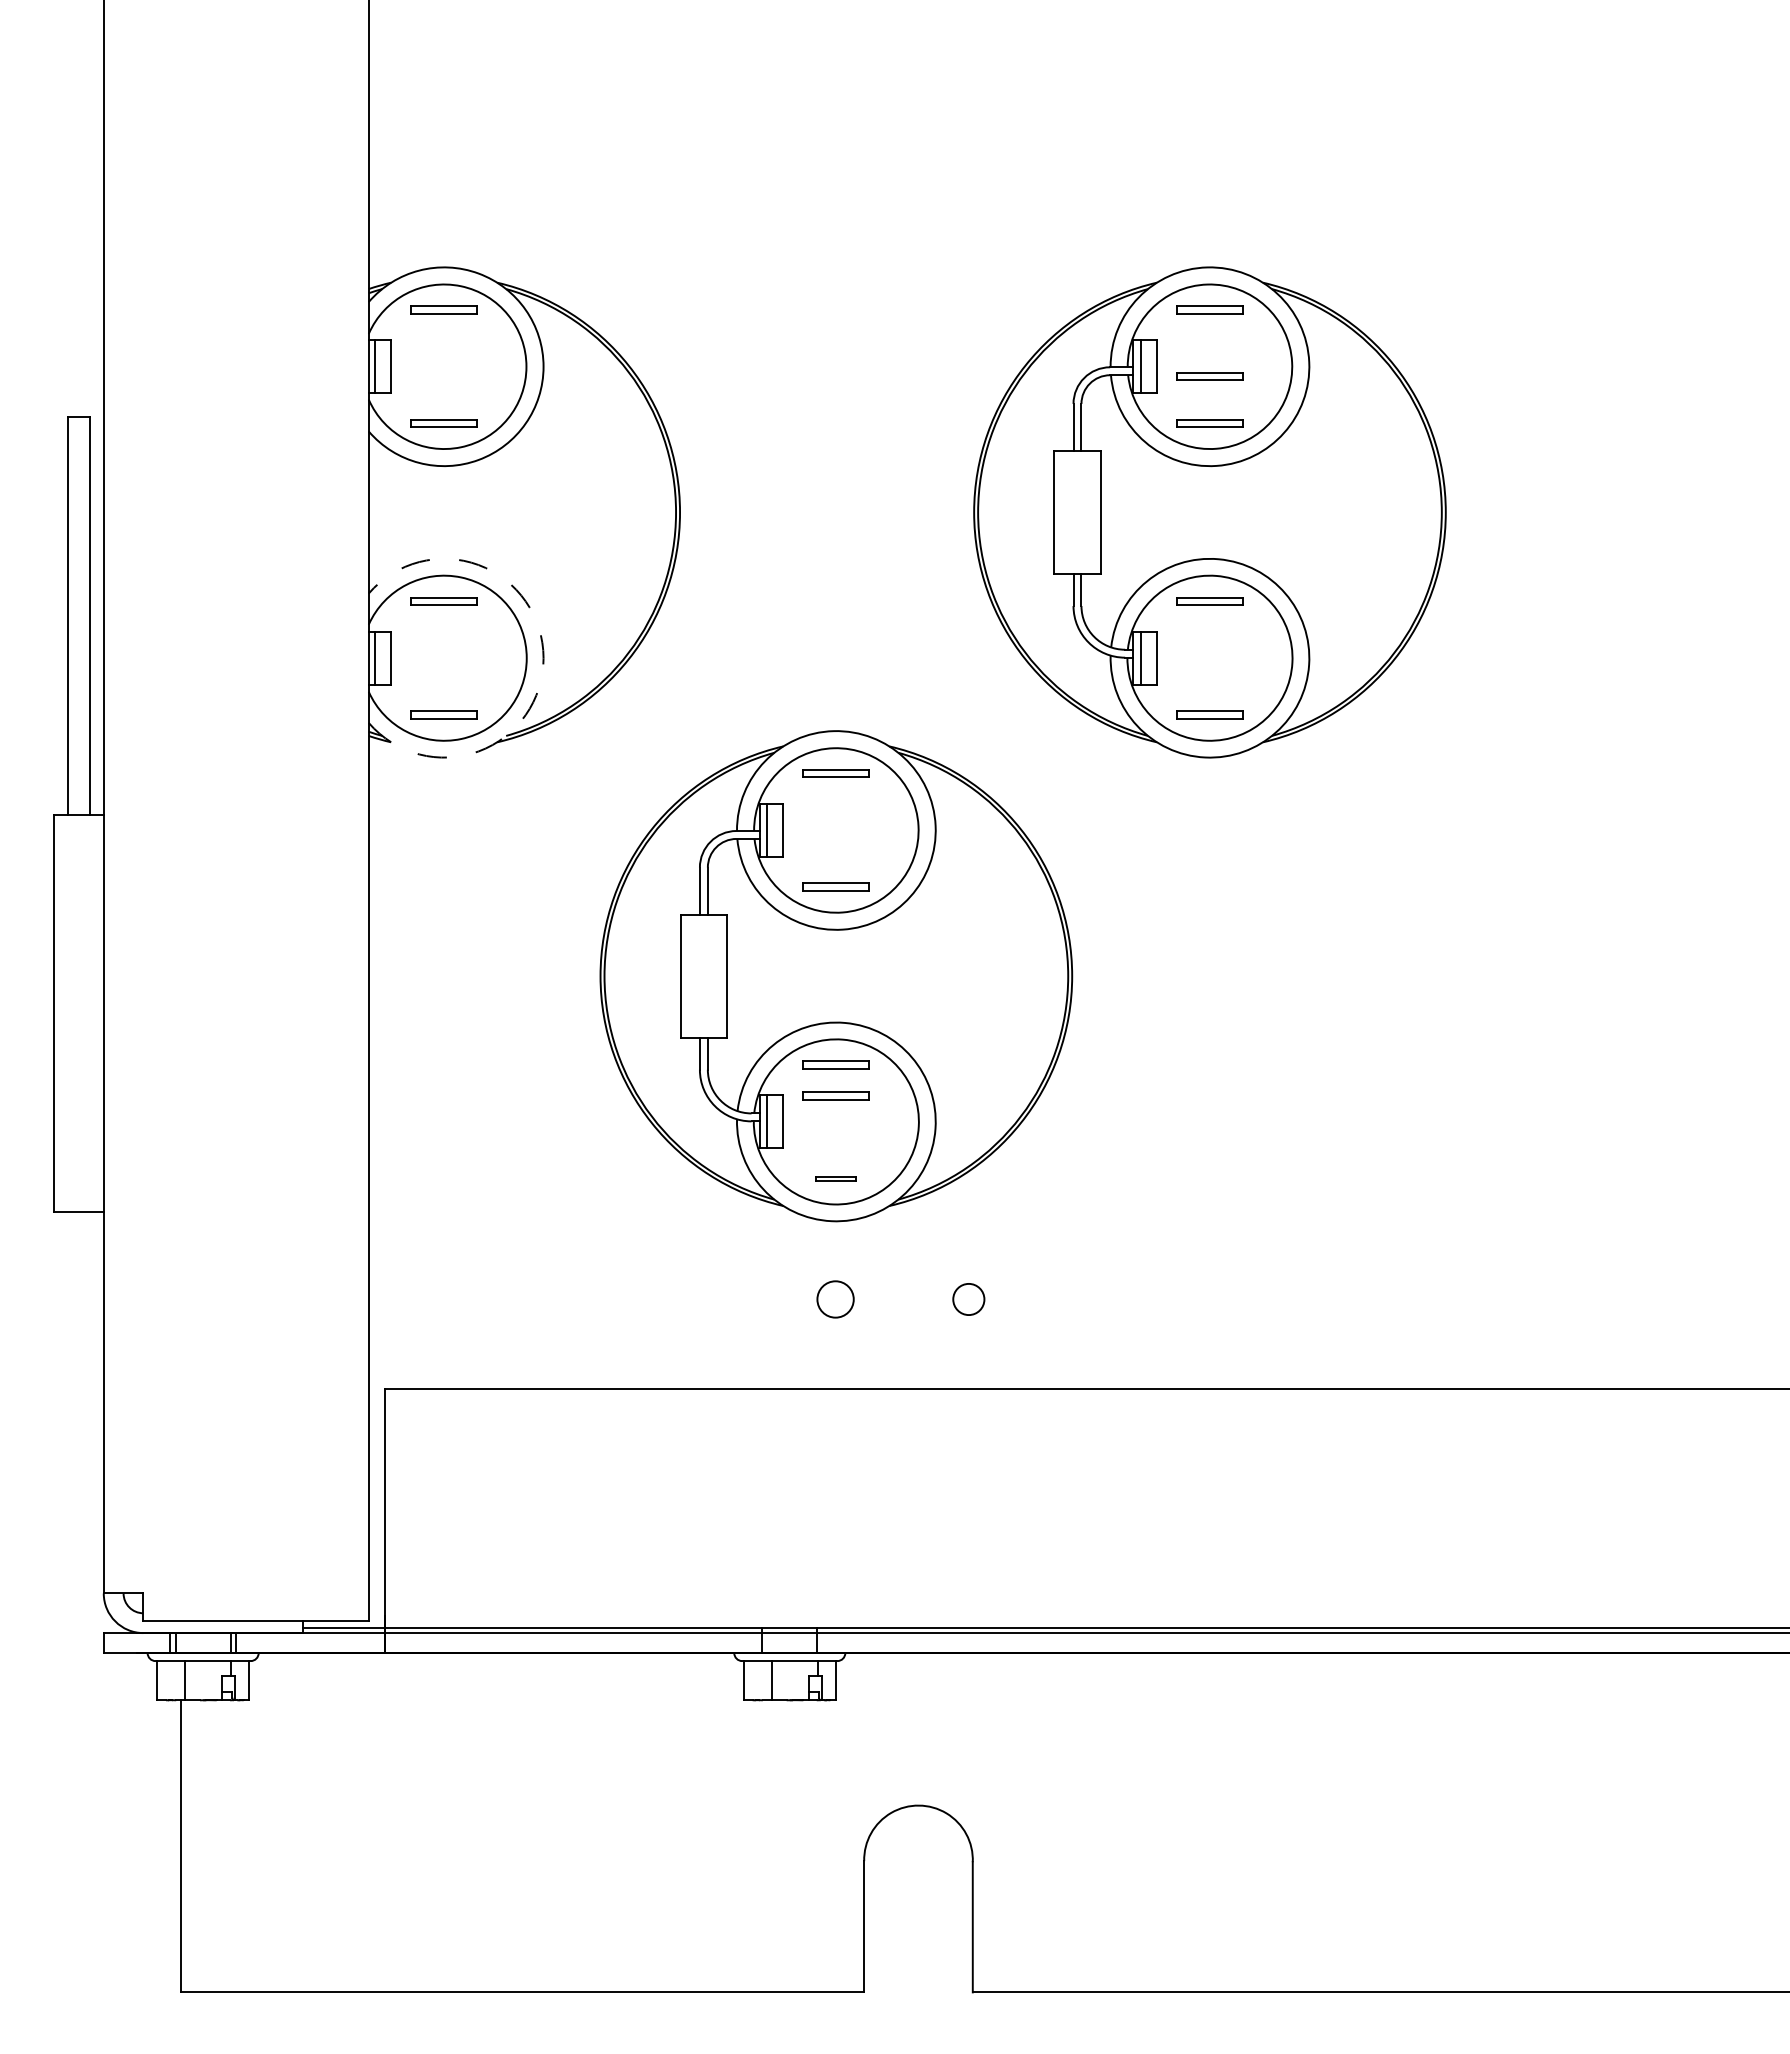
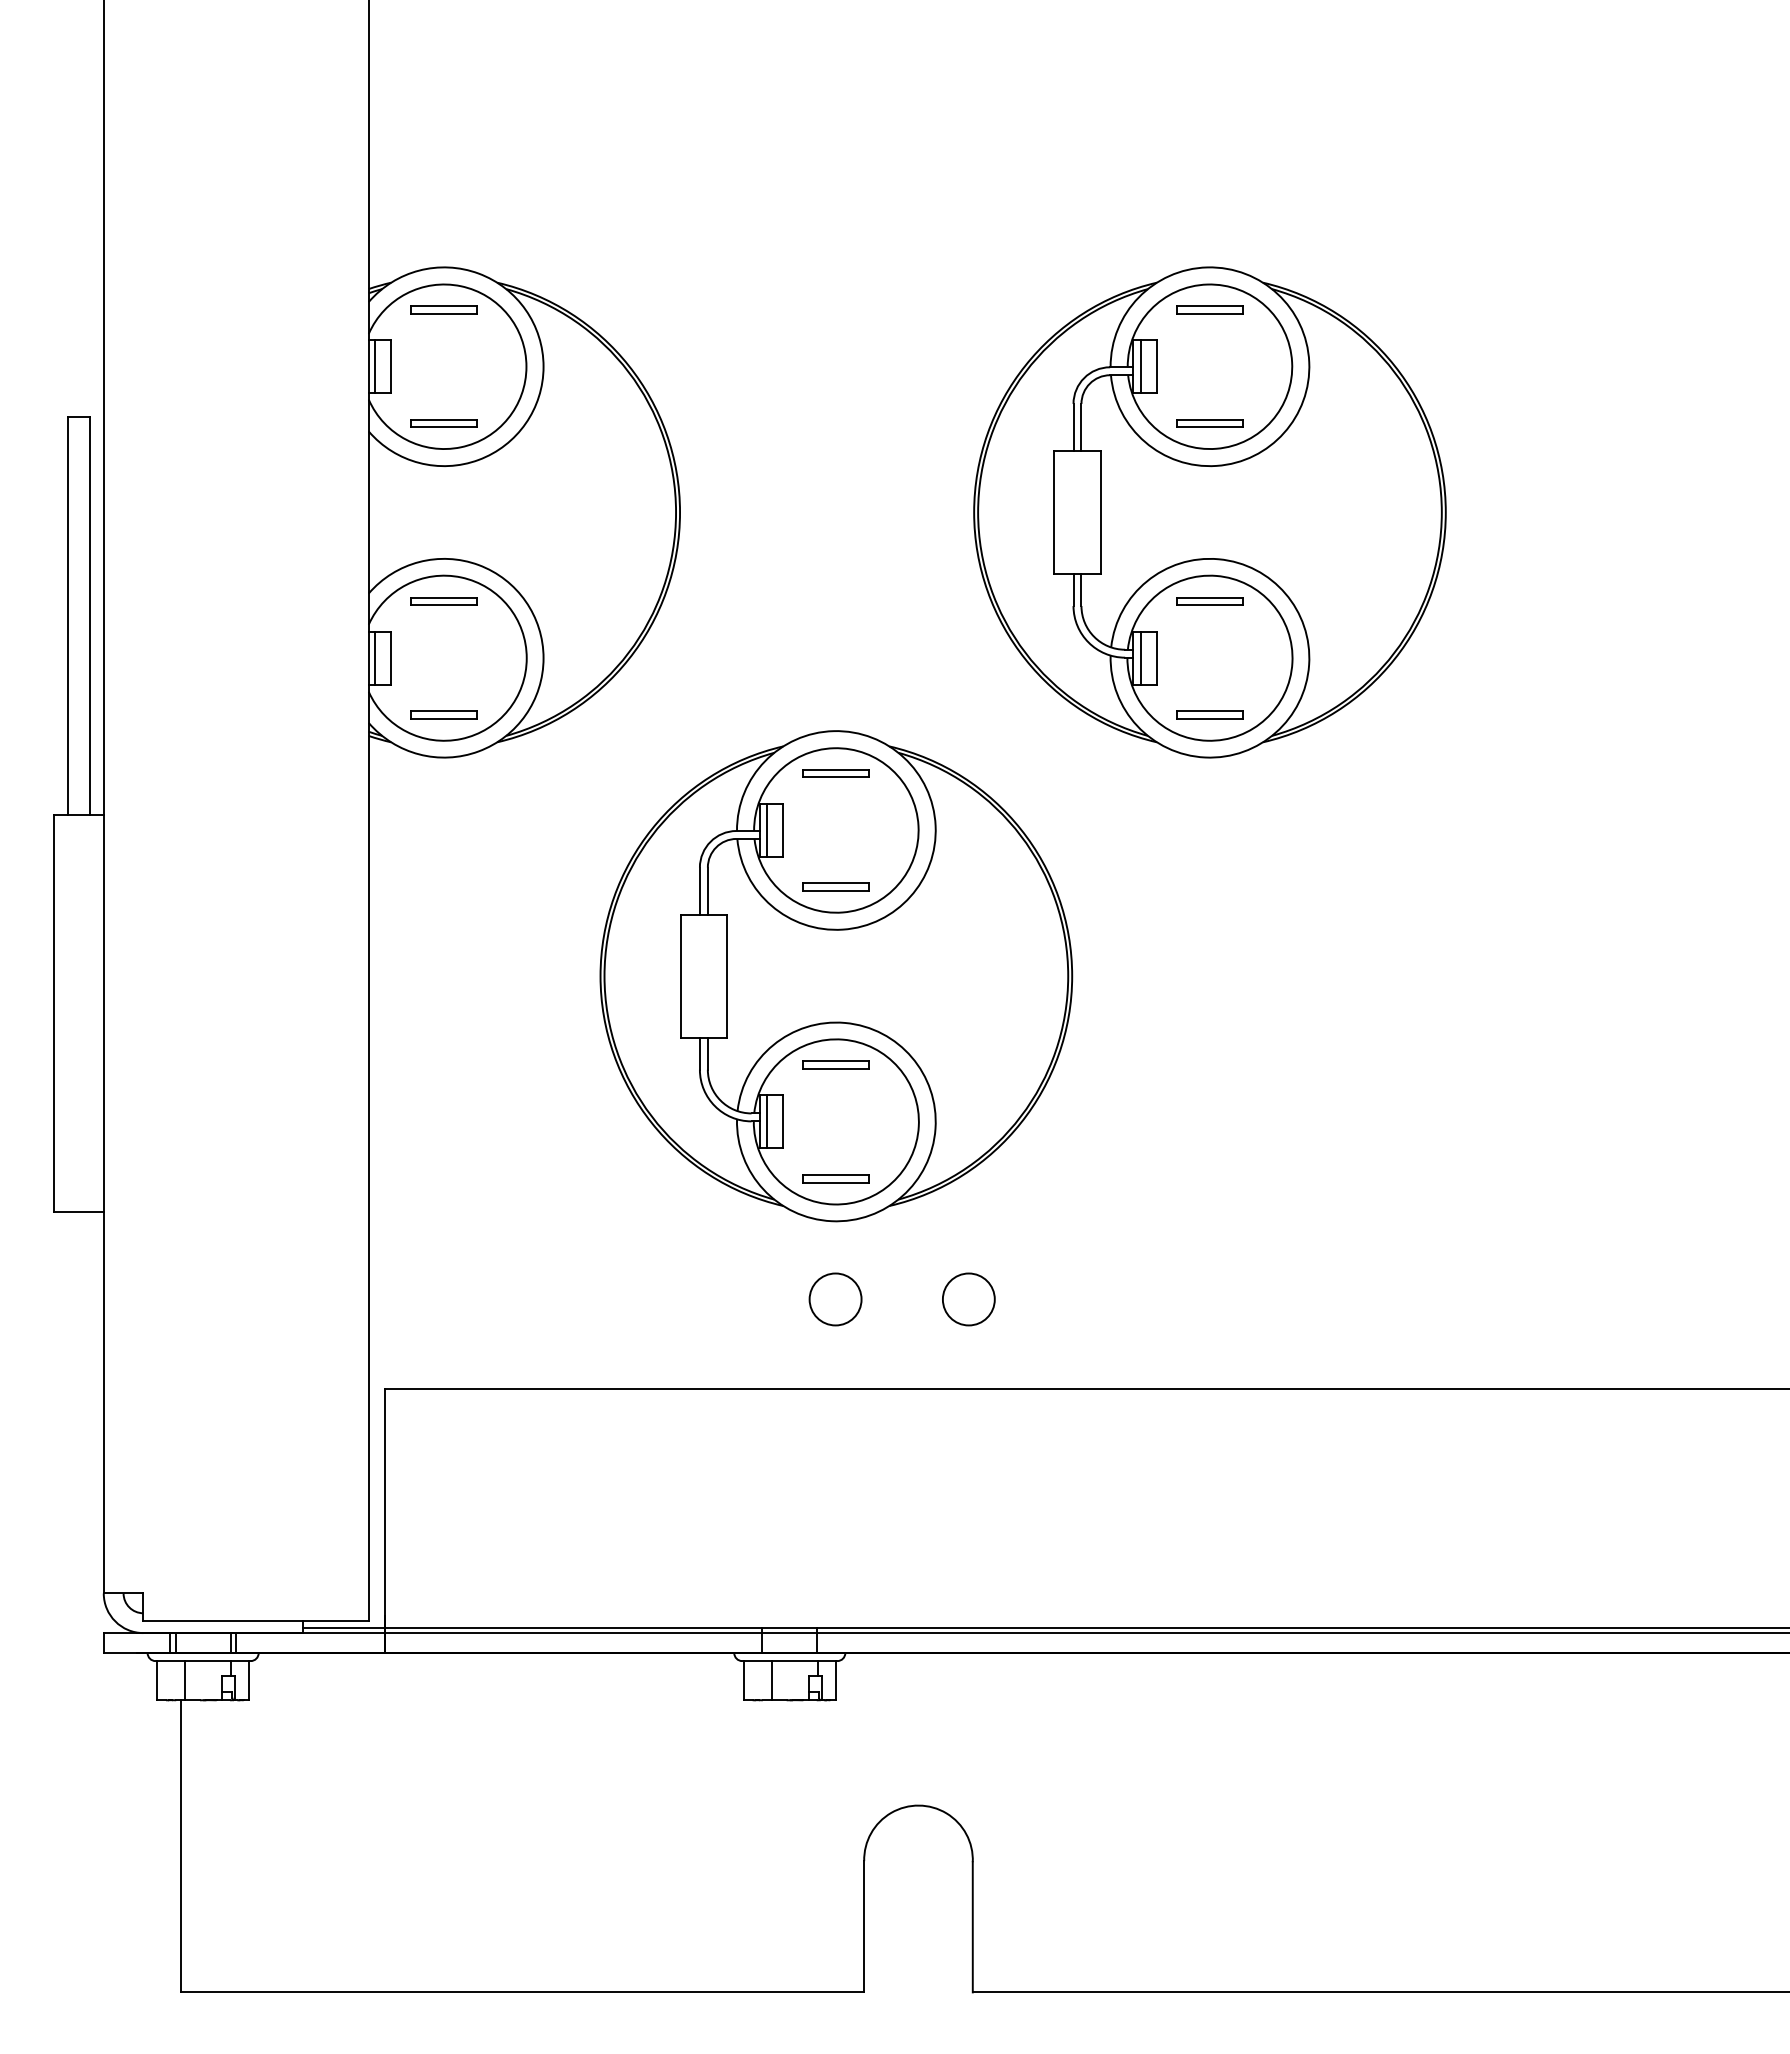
part at (1209, 376): present -> none
arc at (543, 658): dashed -> solid
part at (835, 1095): present -> none
part at (835, 1178) size: 42x6 px -> 68x10 px
circle at (835, 1299) diameter: 36 px -> 52 px
circle at (968, 1299) diameter: 31 px -> 52 px
